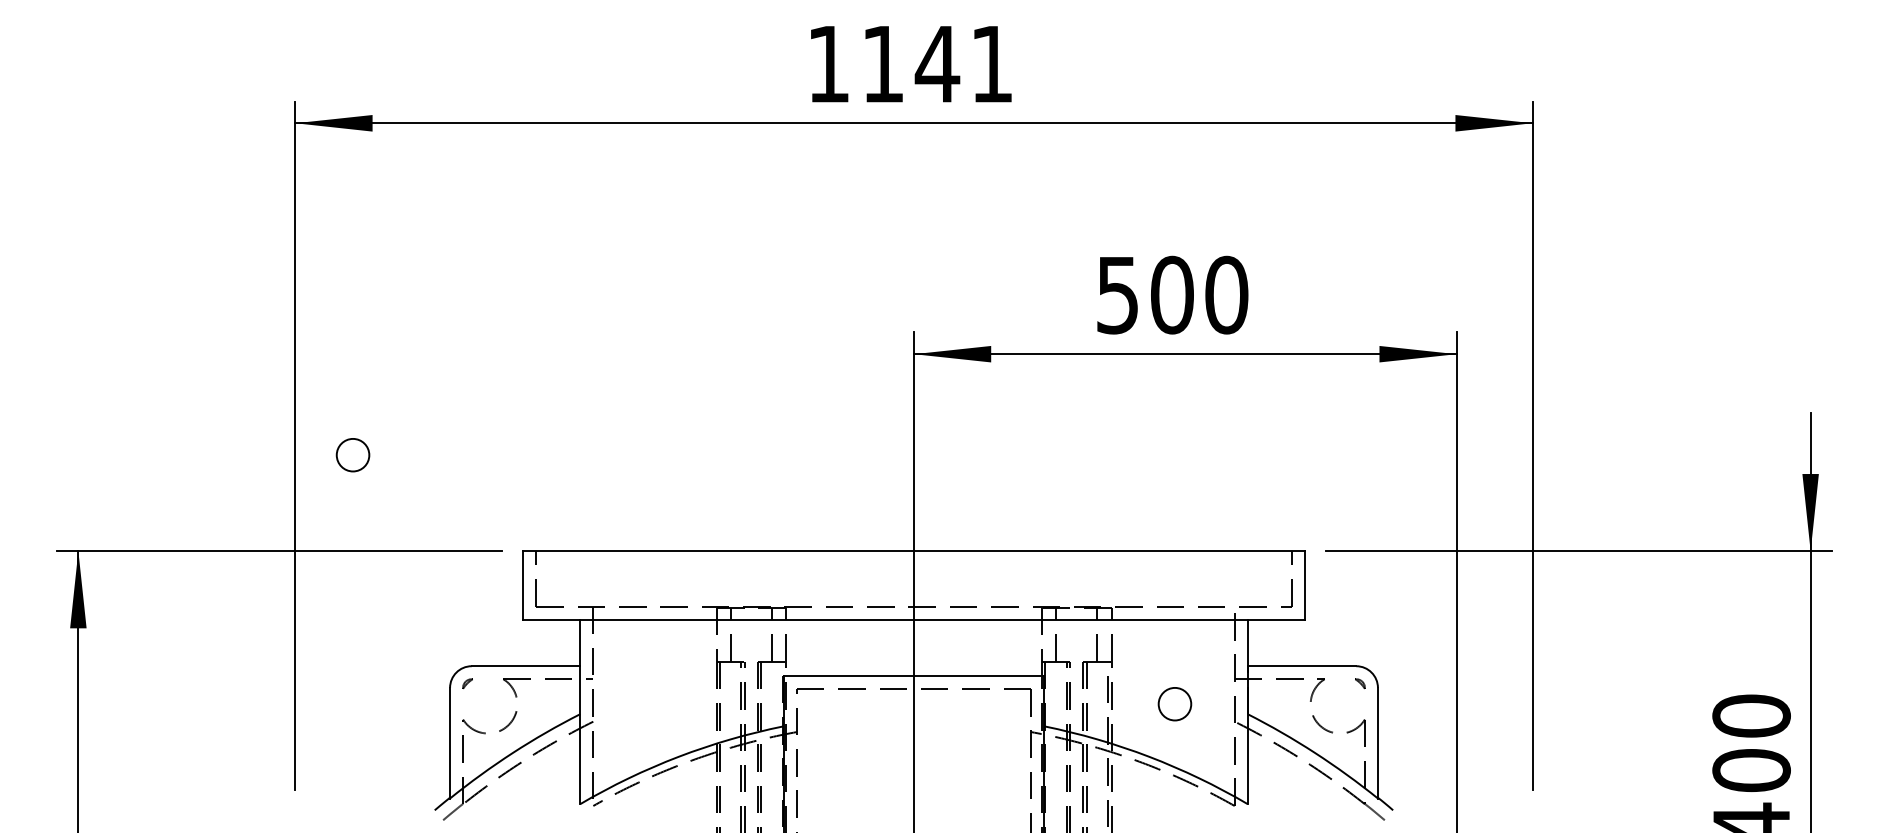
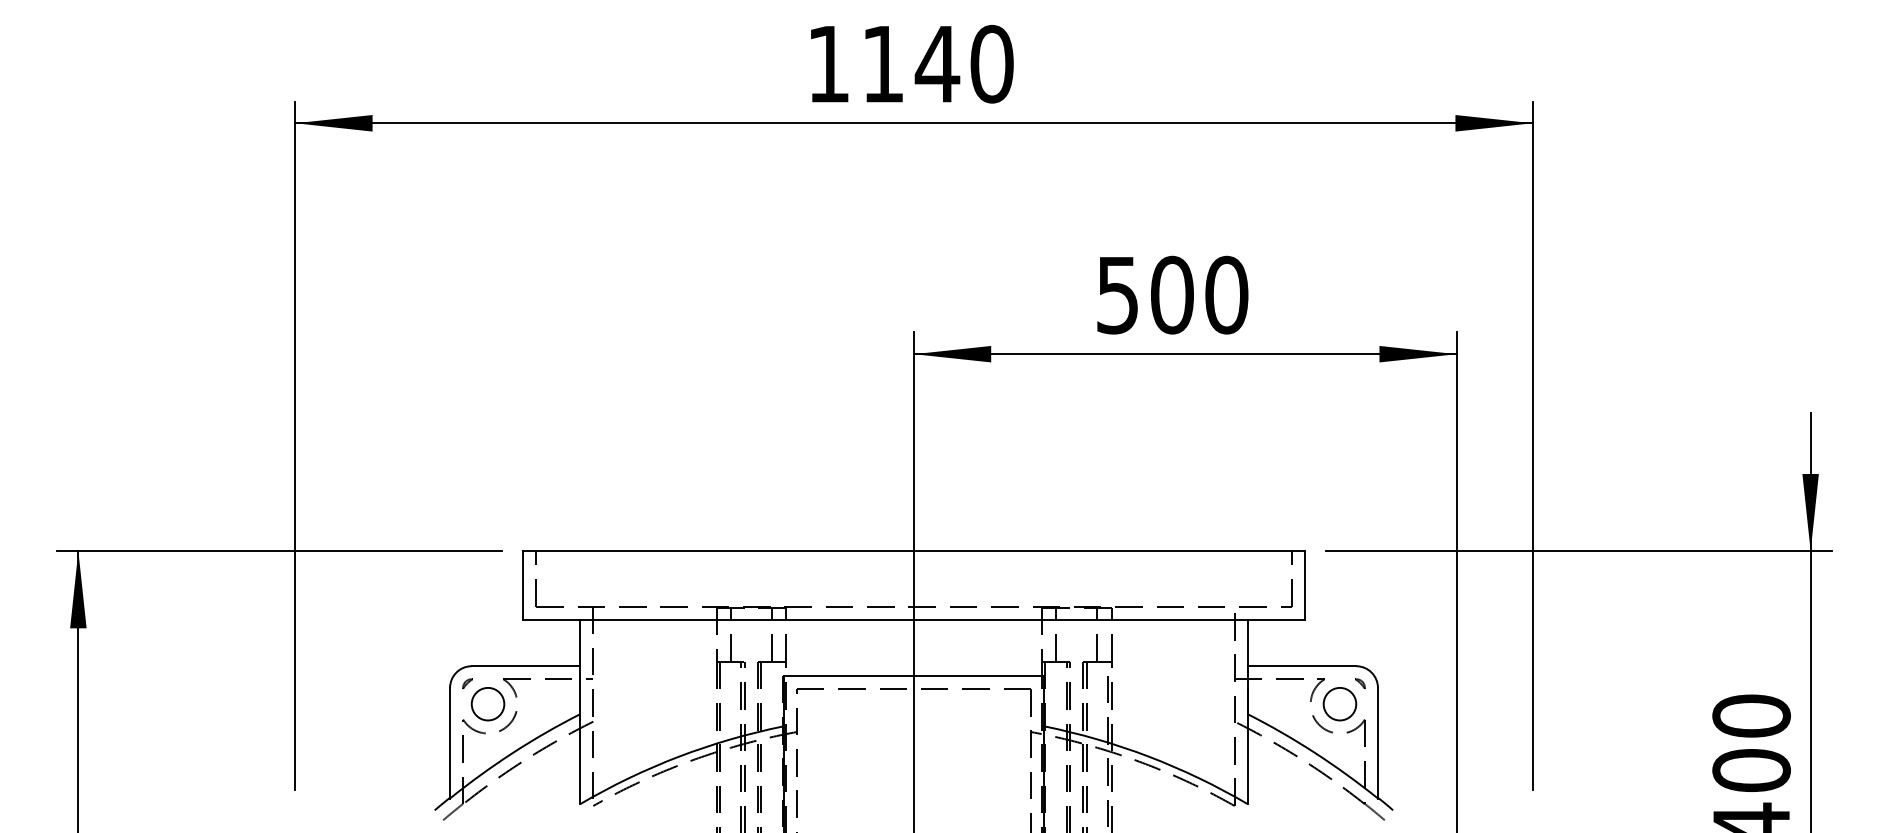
text at (991, 63): 1141 -> 1140
circle at (352, 455) position: (352, 455) -> (487, 704)
circle at (1174, 704) position: (1174, 704) -> (1339, 704)
